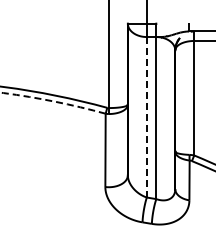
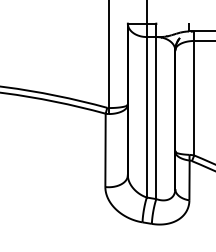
arc at (53, 101): dashed -> solid
line at (146, 117): dashed -> solid
